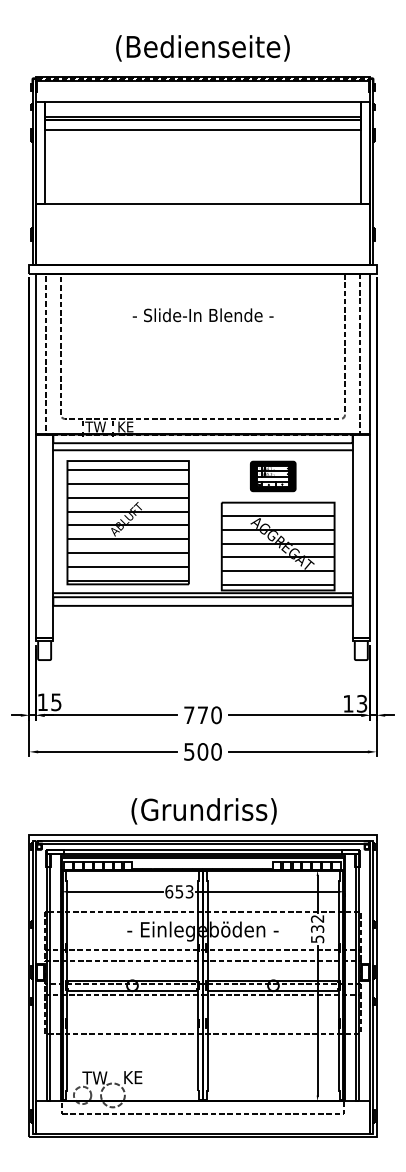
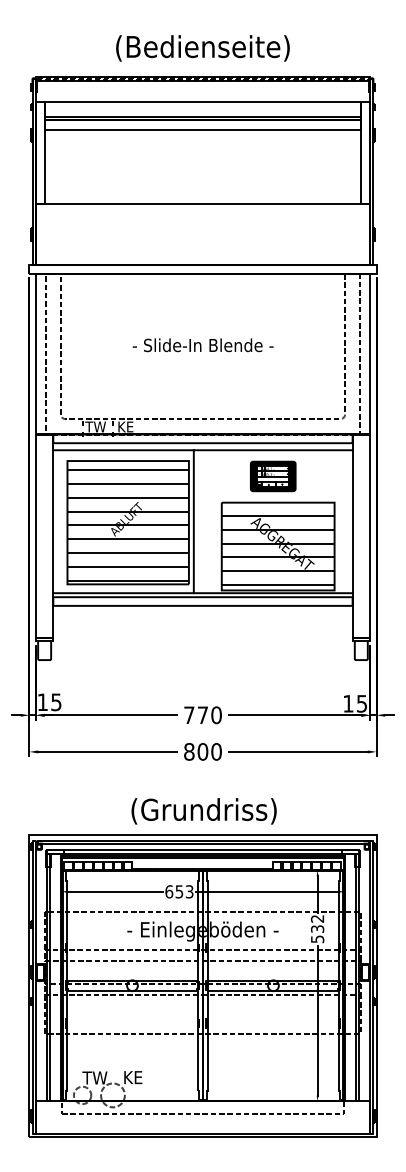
text at (202, 315) position: (202, 315) -> (202, 345)
line at (193, 521): none -> present
text at (362, 702): 13 -> 15
text at (189, 751): 500 -> 800
